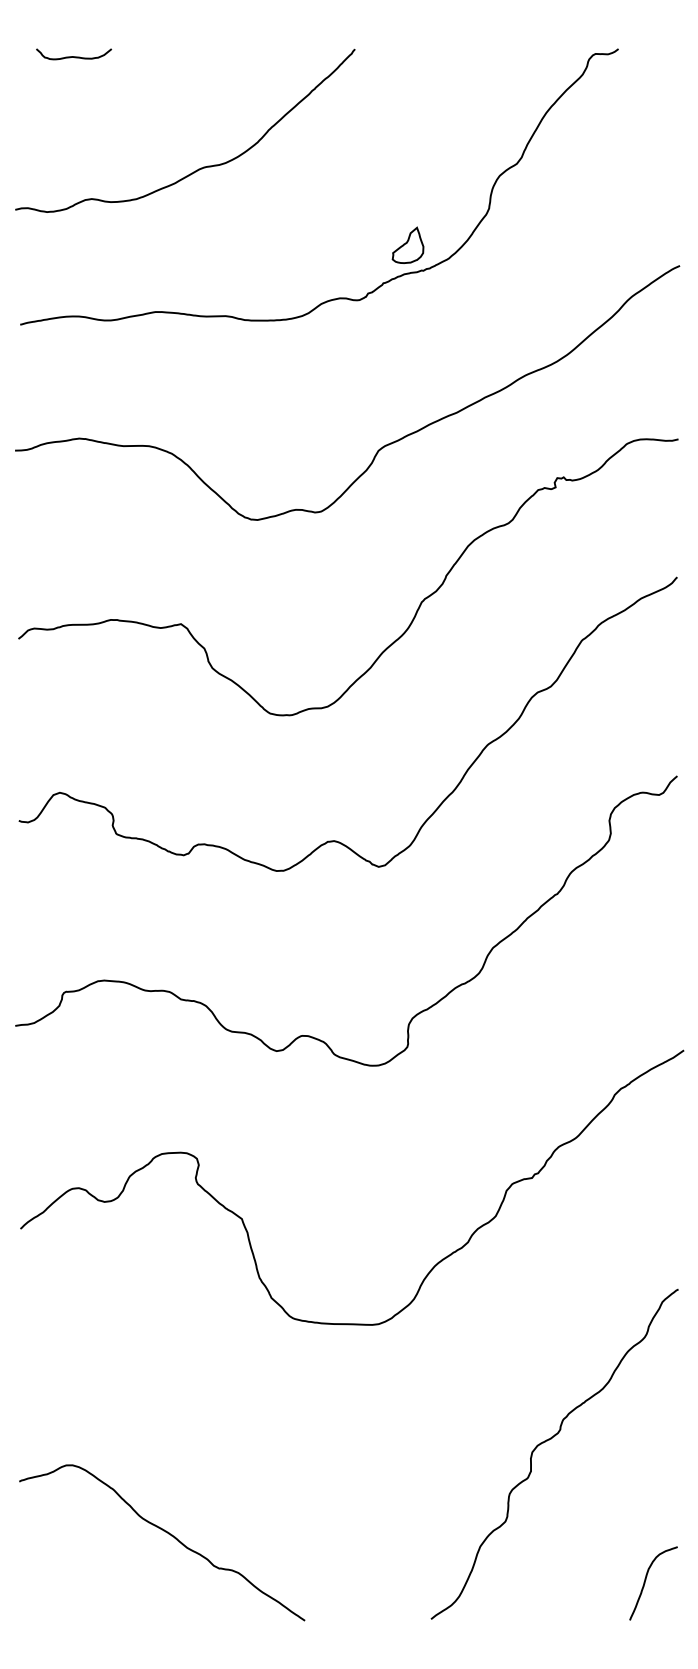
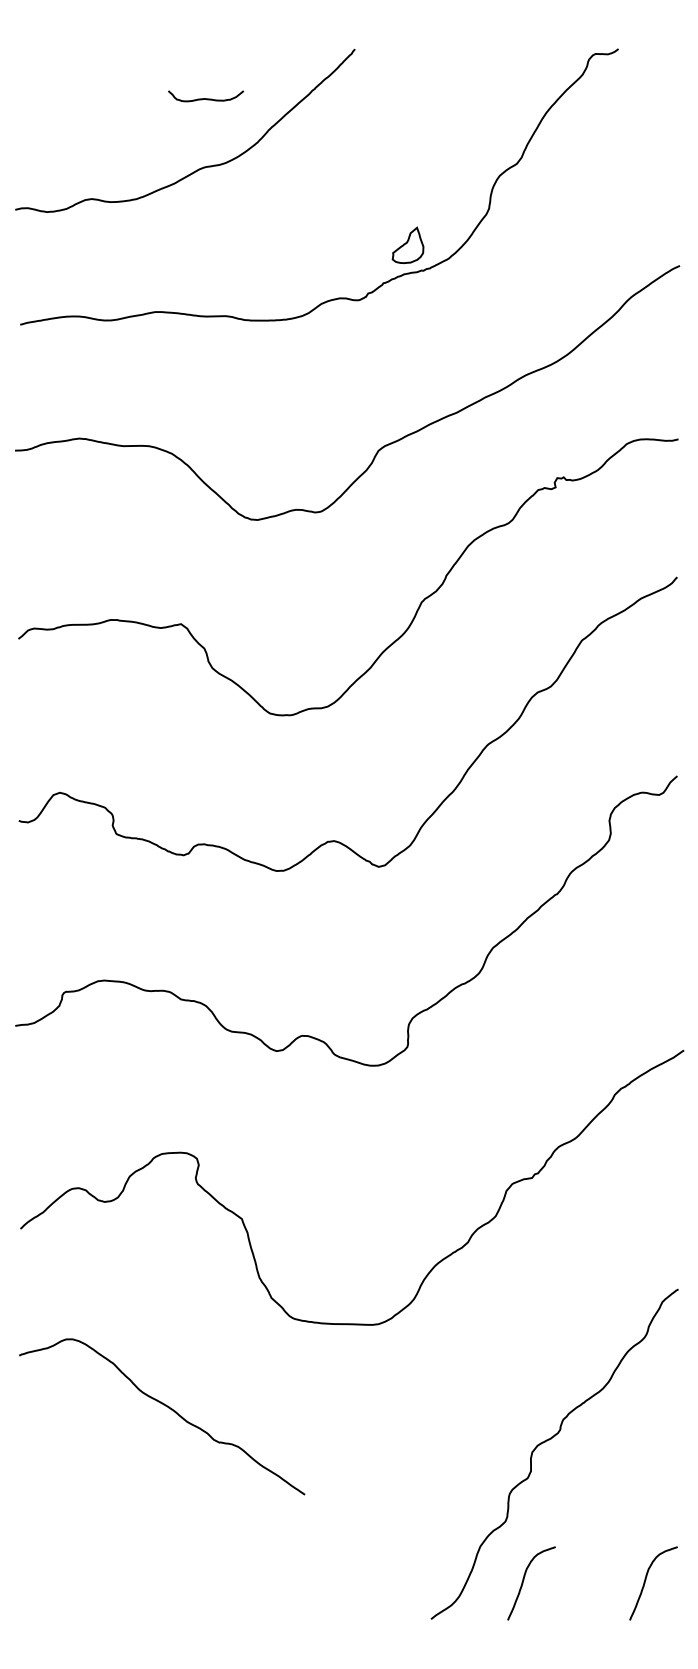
curve at (74, 56) position: (74, 56) -> (206, 98)
curve at (168, 1534) position: (168, 1534) -> (168, 1408)
curve at (524, 1580): none -> present
